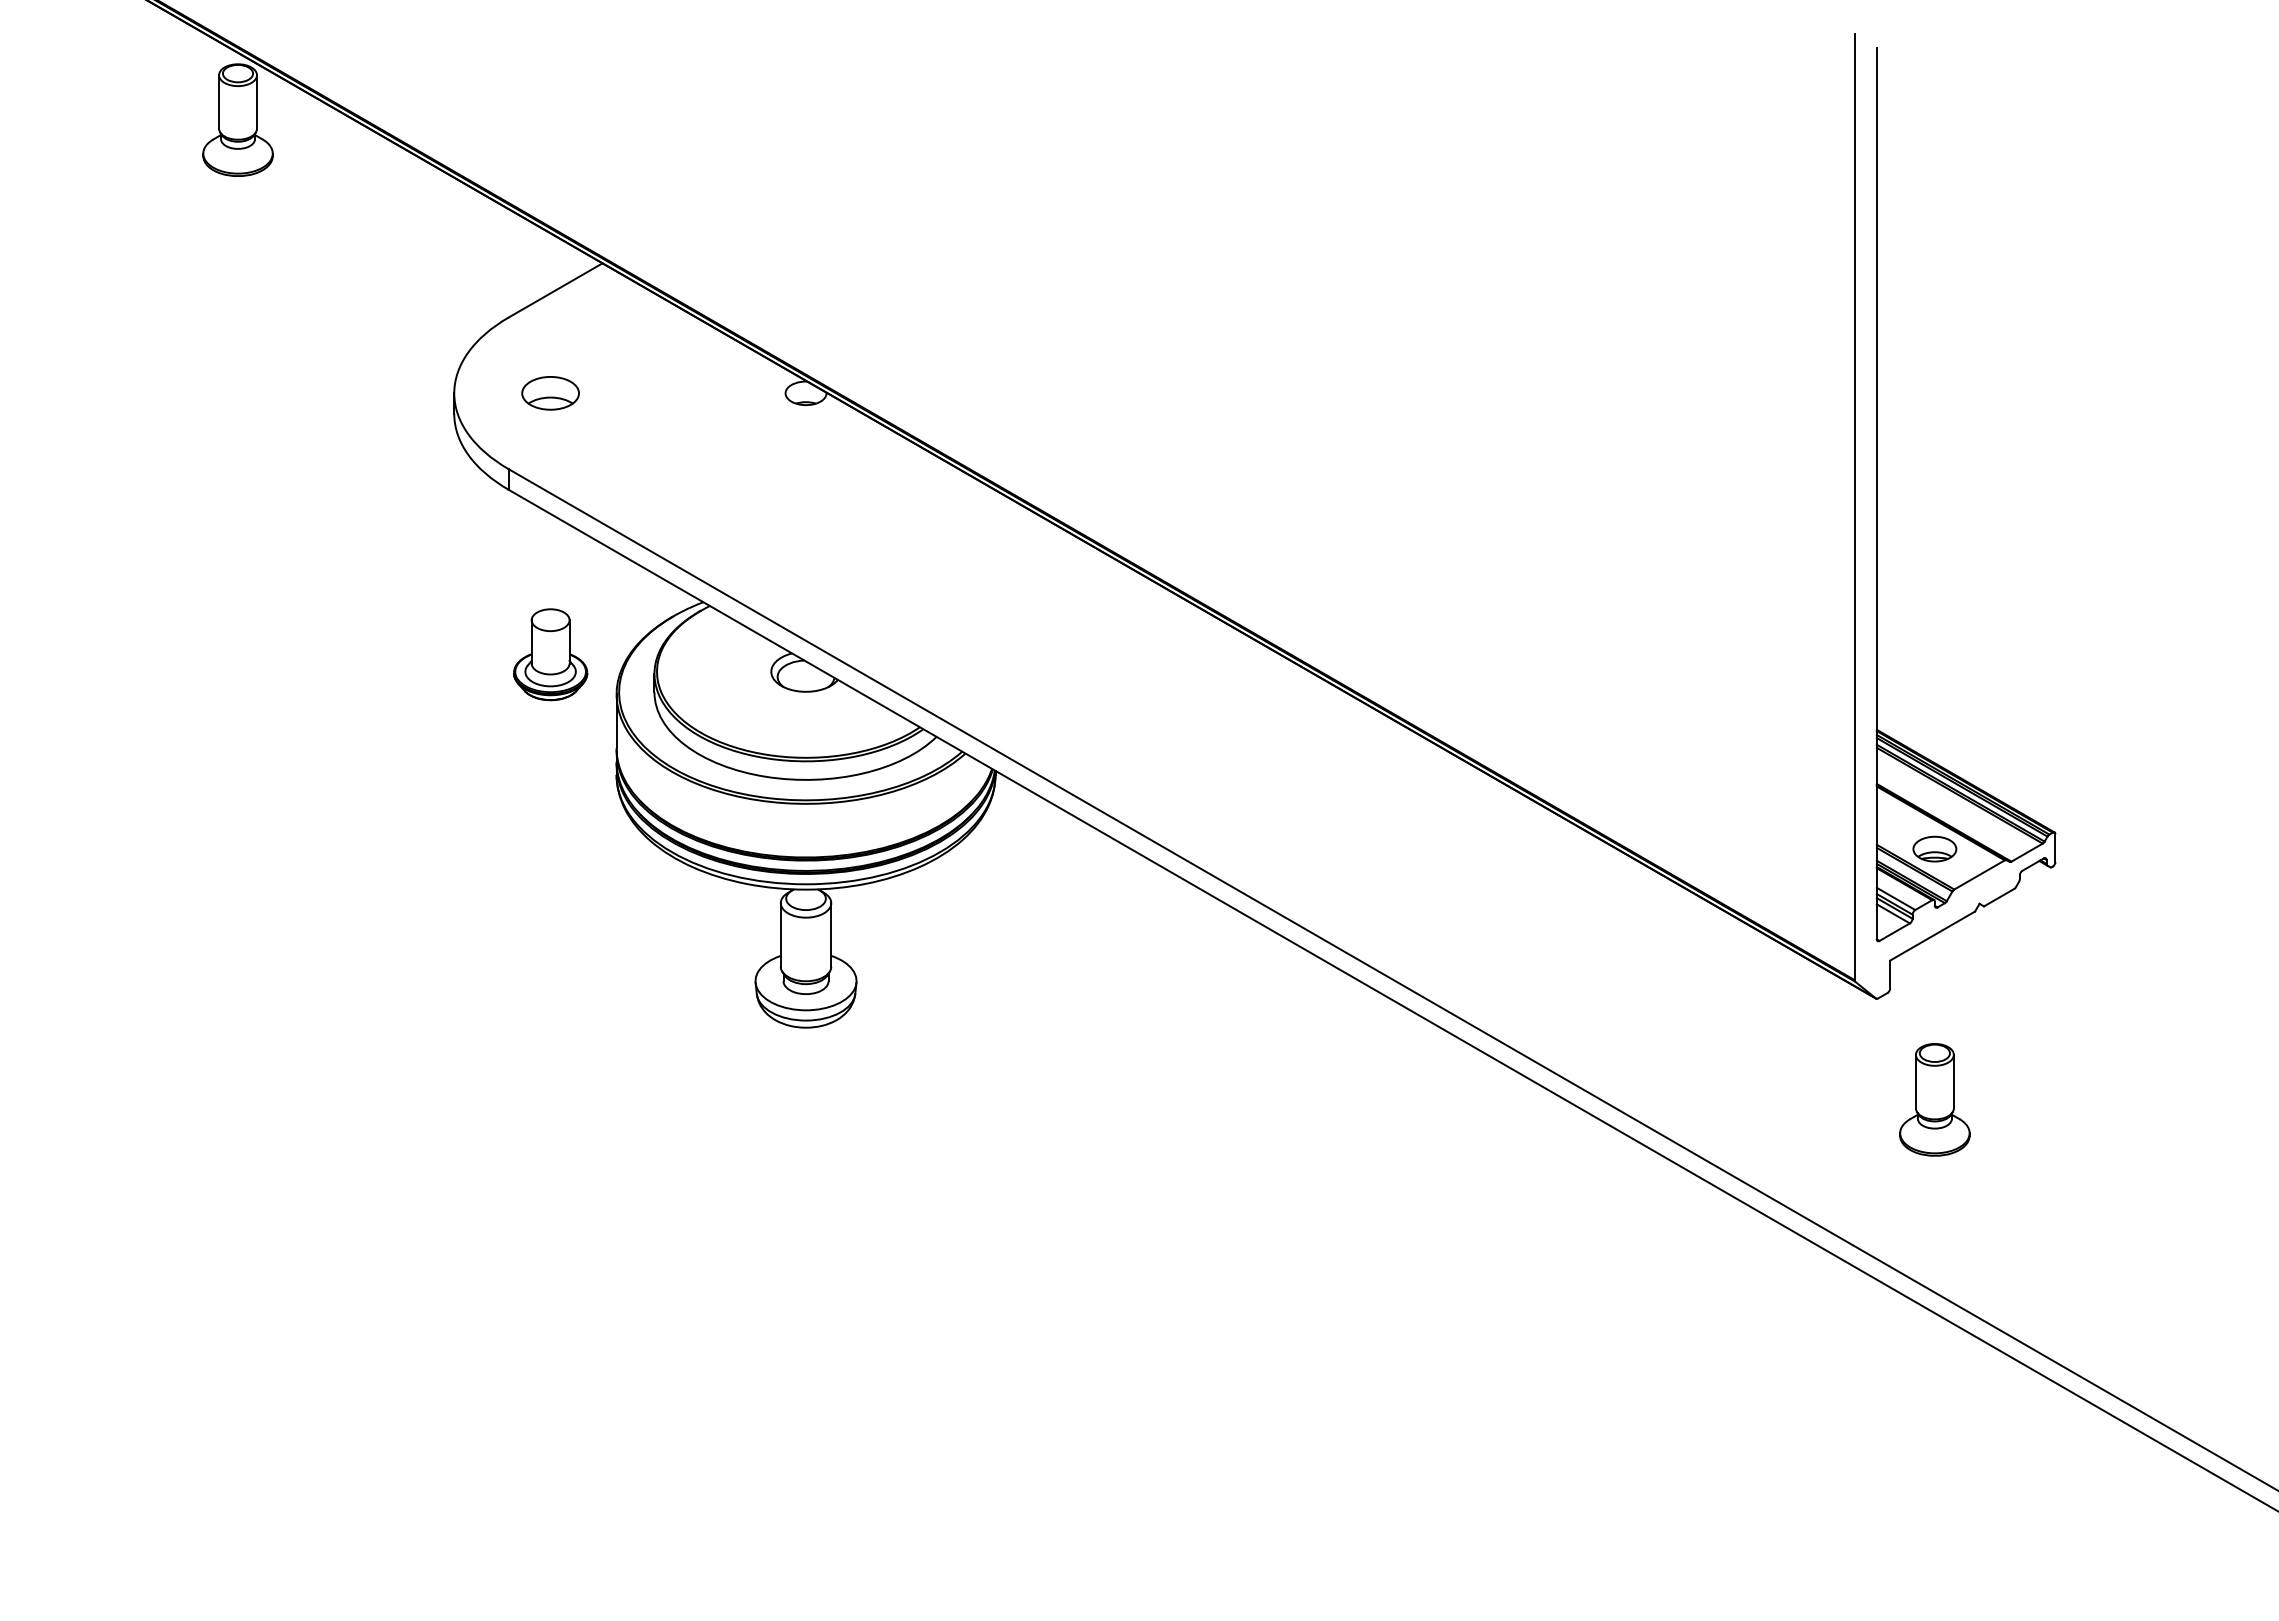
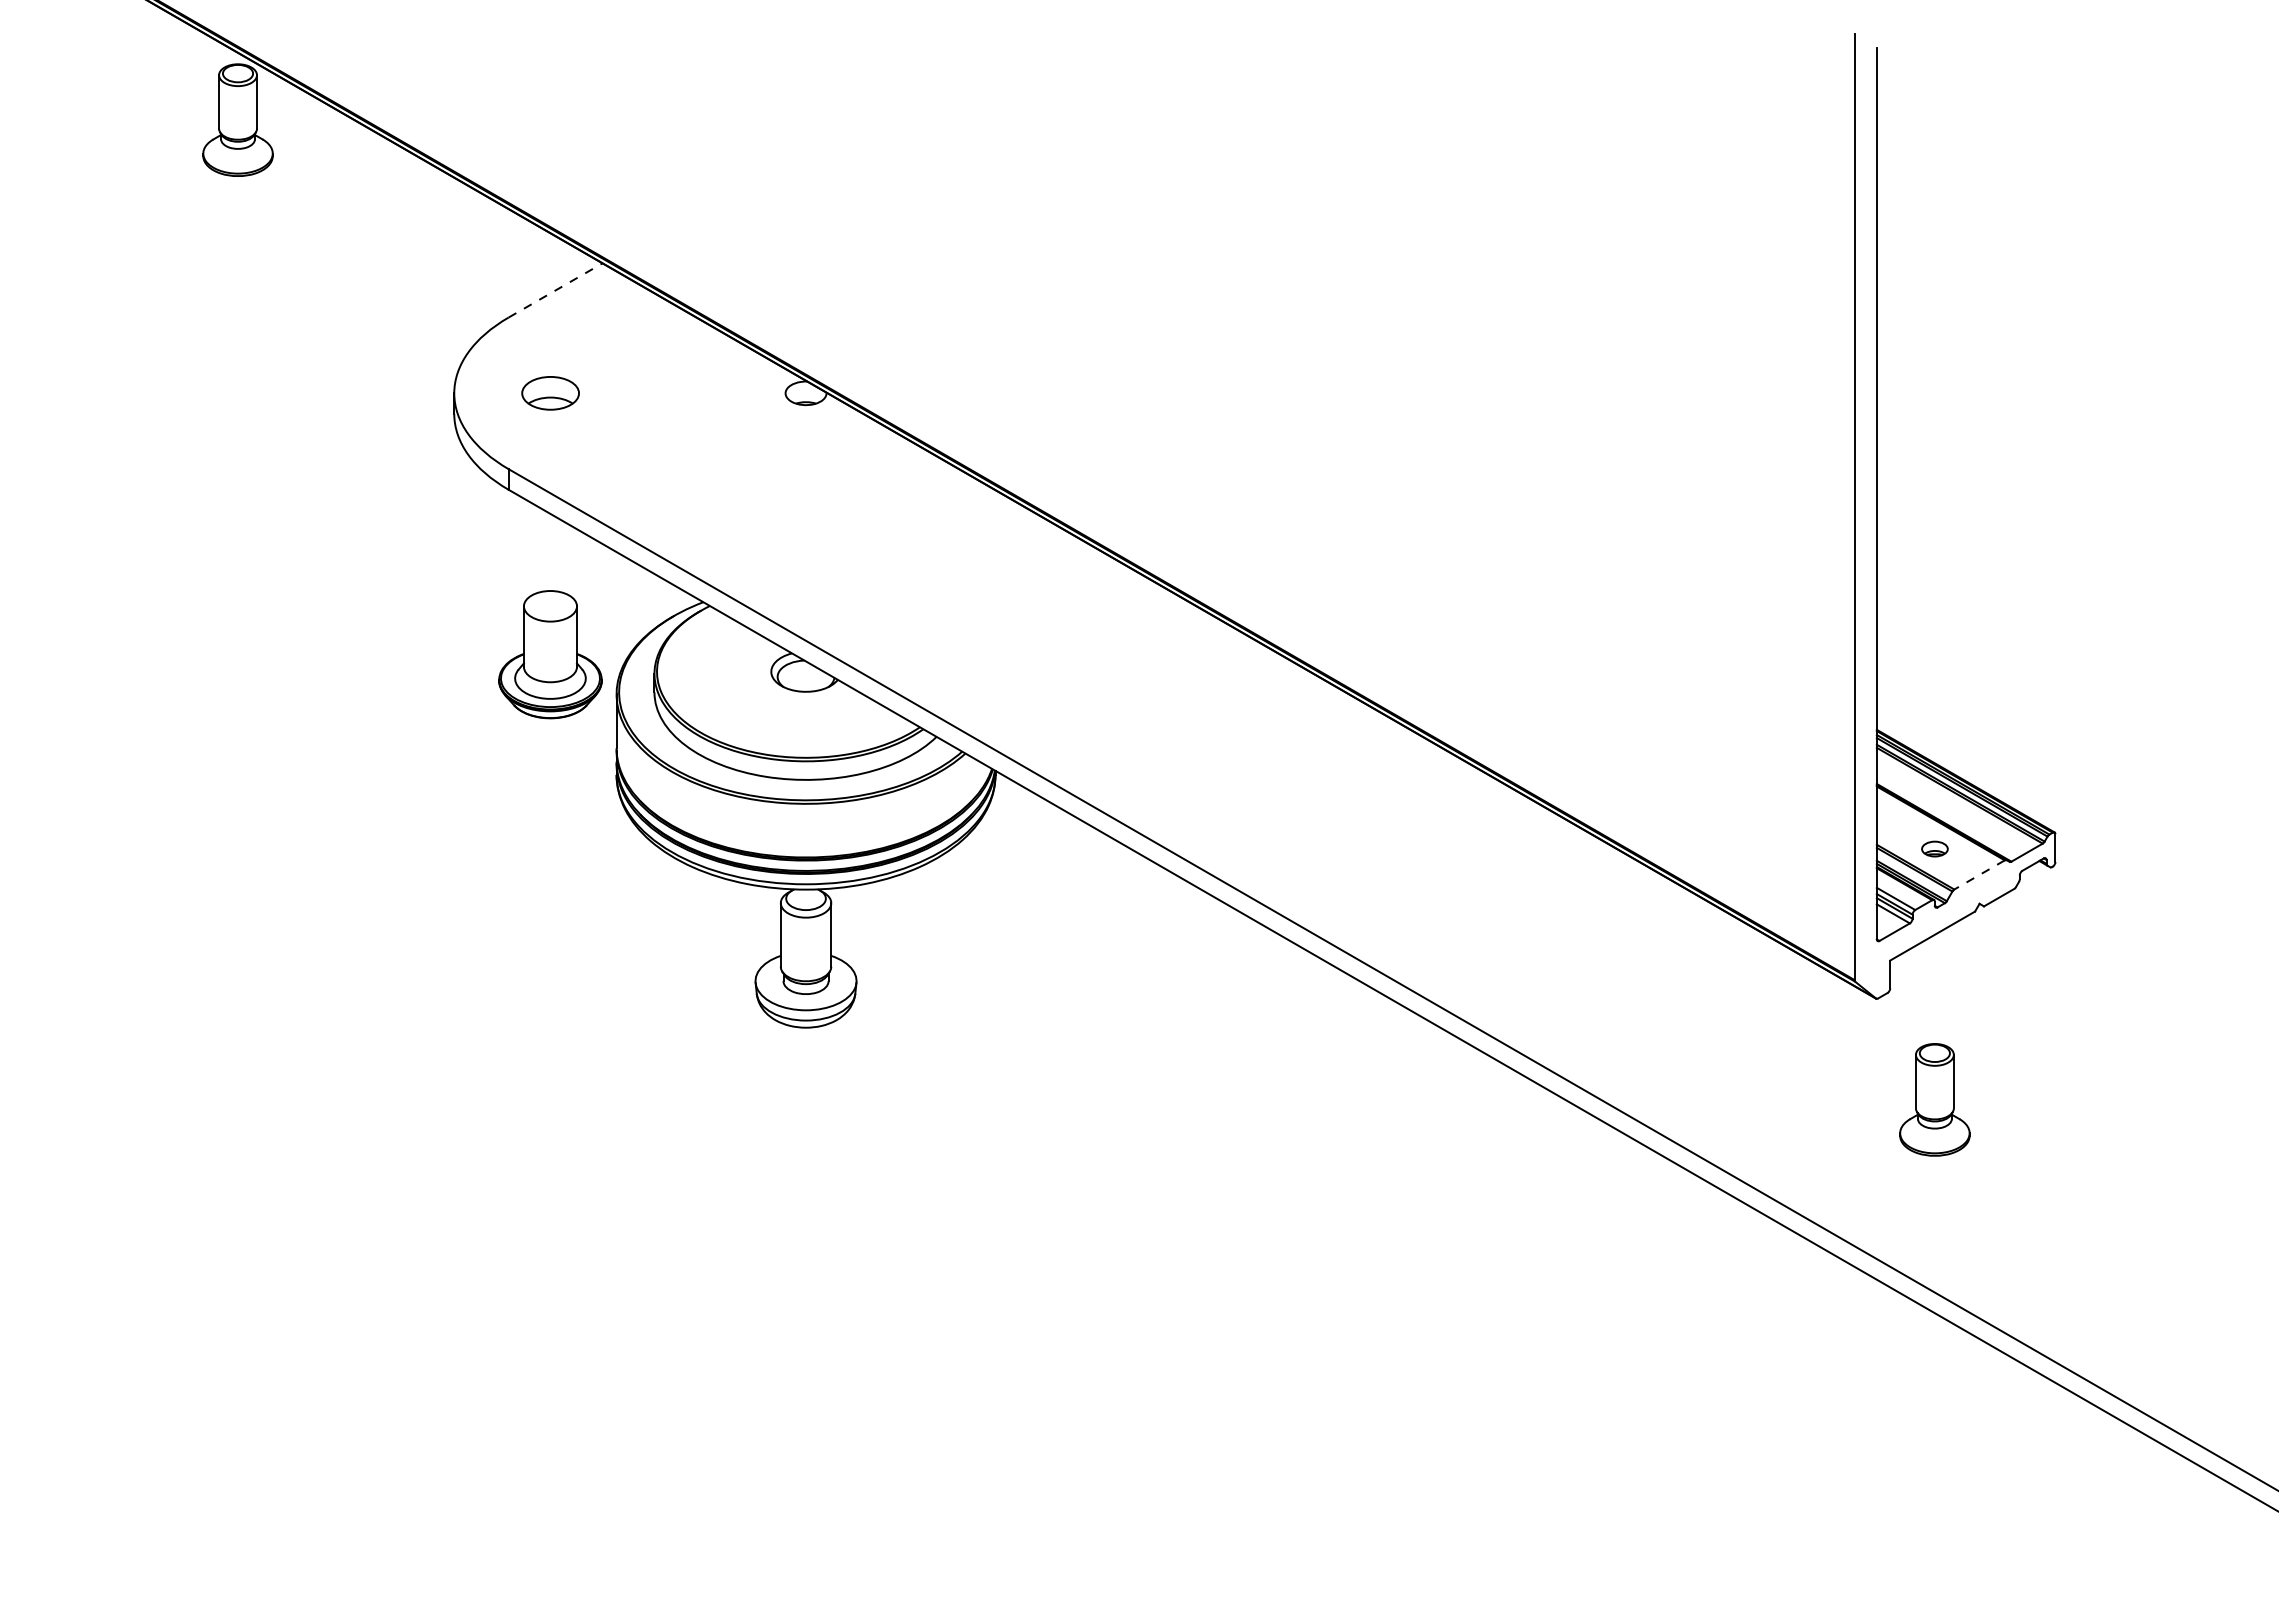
line at (556, 290): solid -> dashed
part at (550, 654) size: 76x94 px -> 105x130 px
part at (1934, 848) size: 46x28 px -> 28x18 px
line at (1979, 875): solid -> dashed
